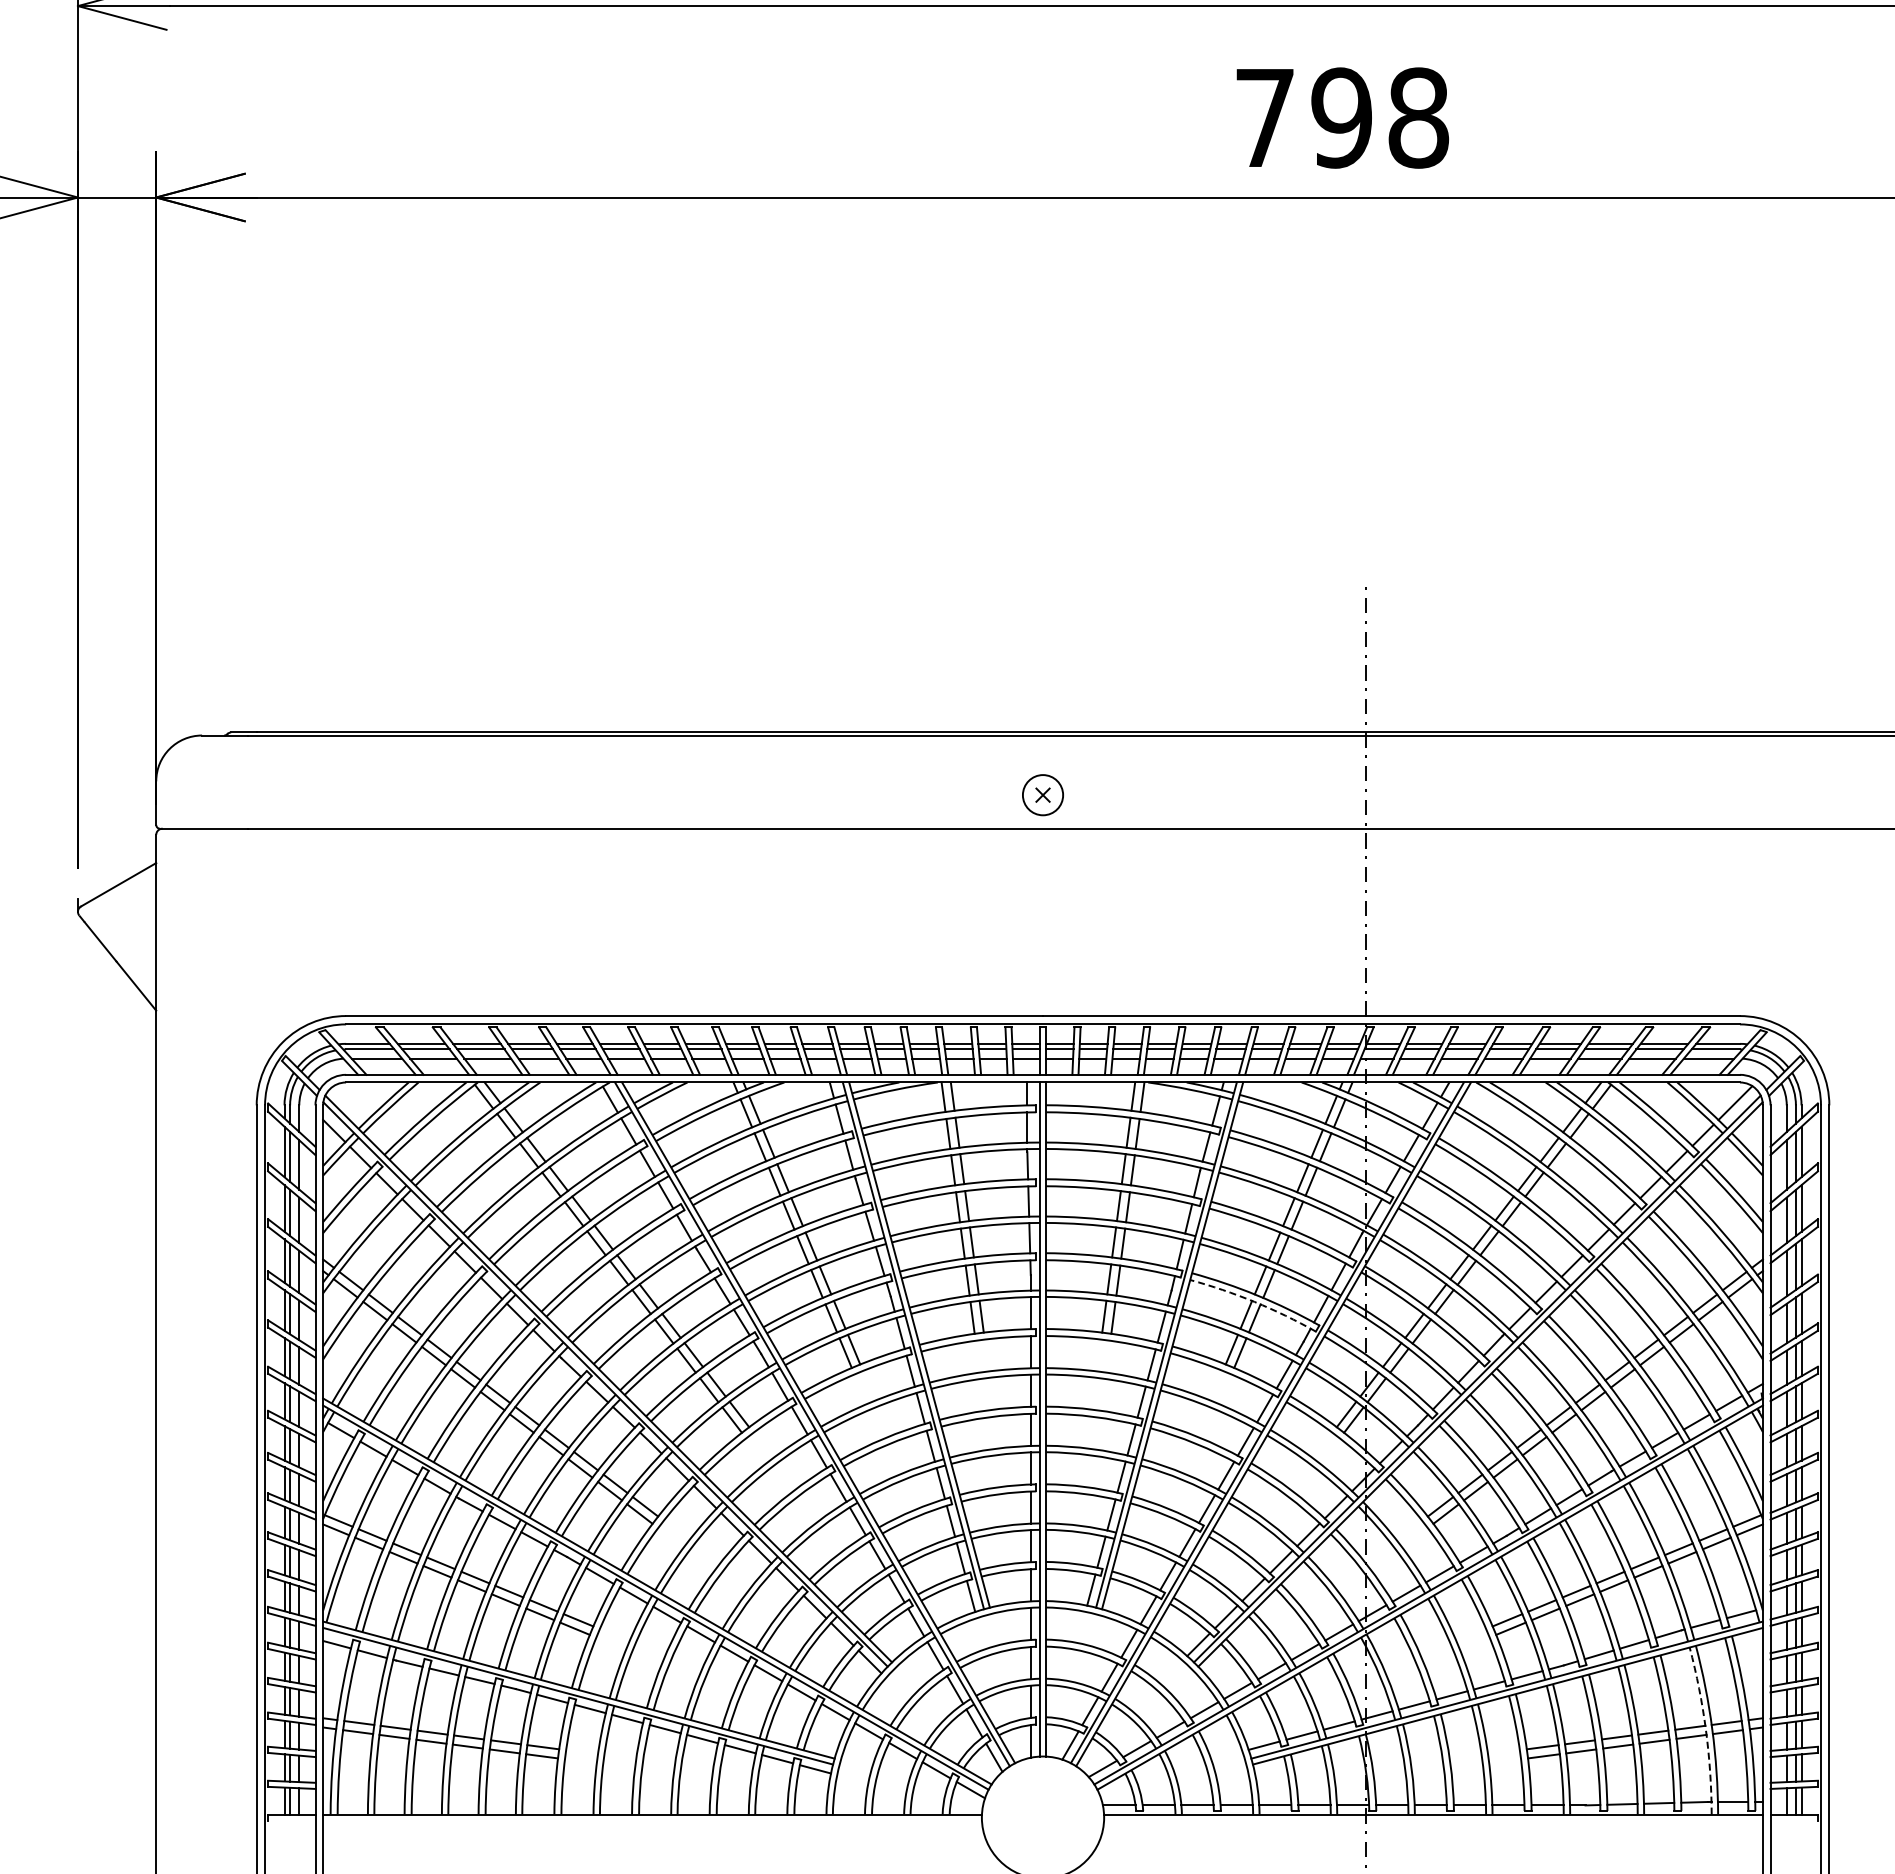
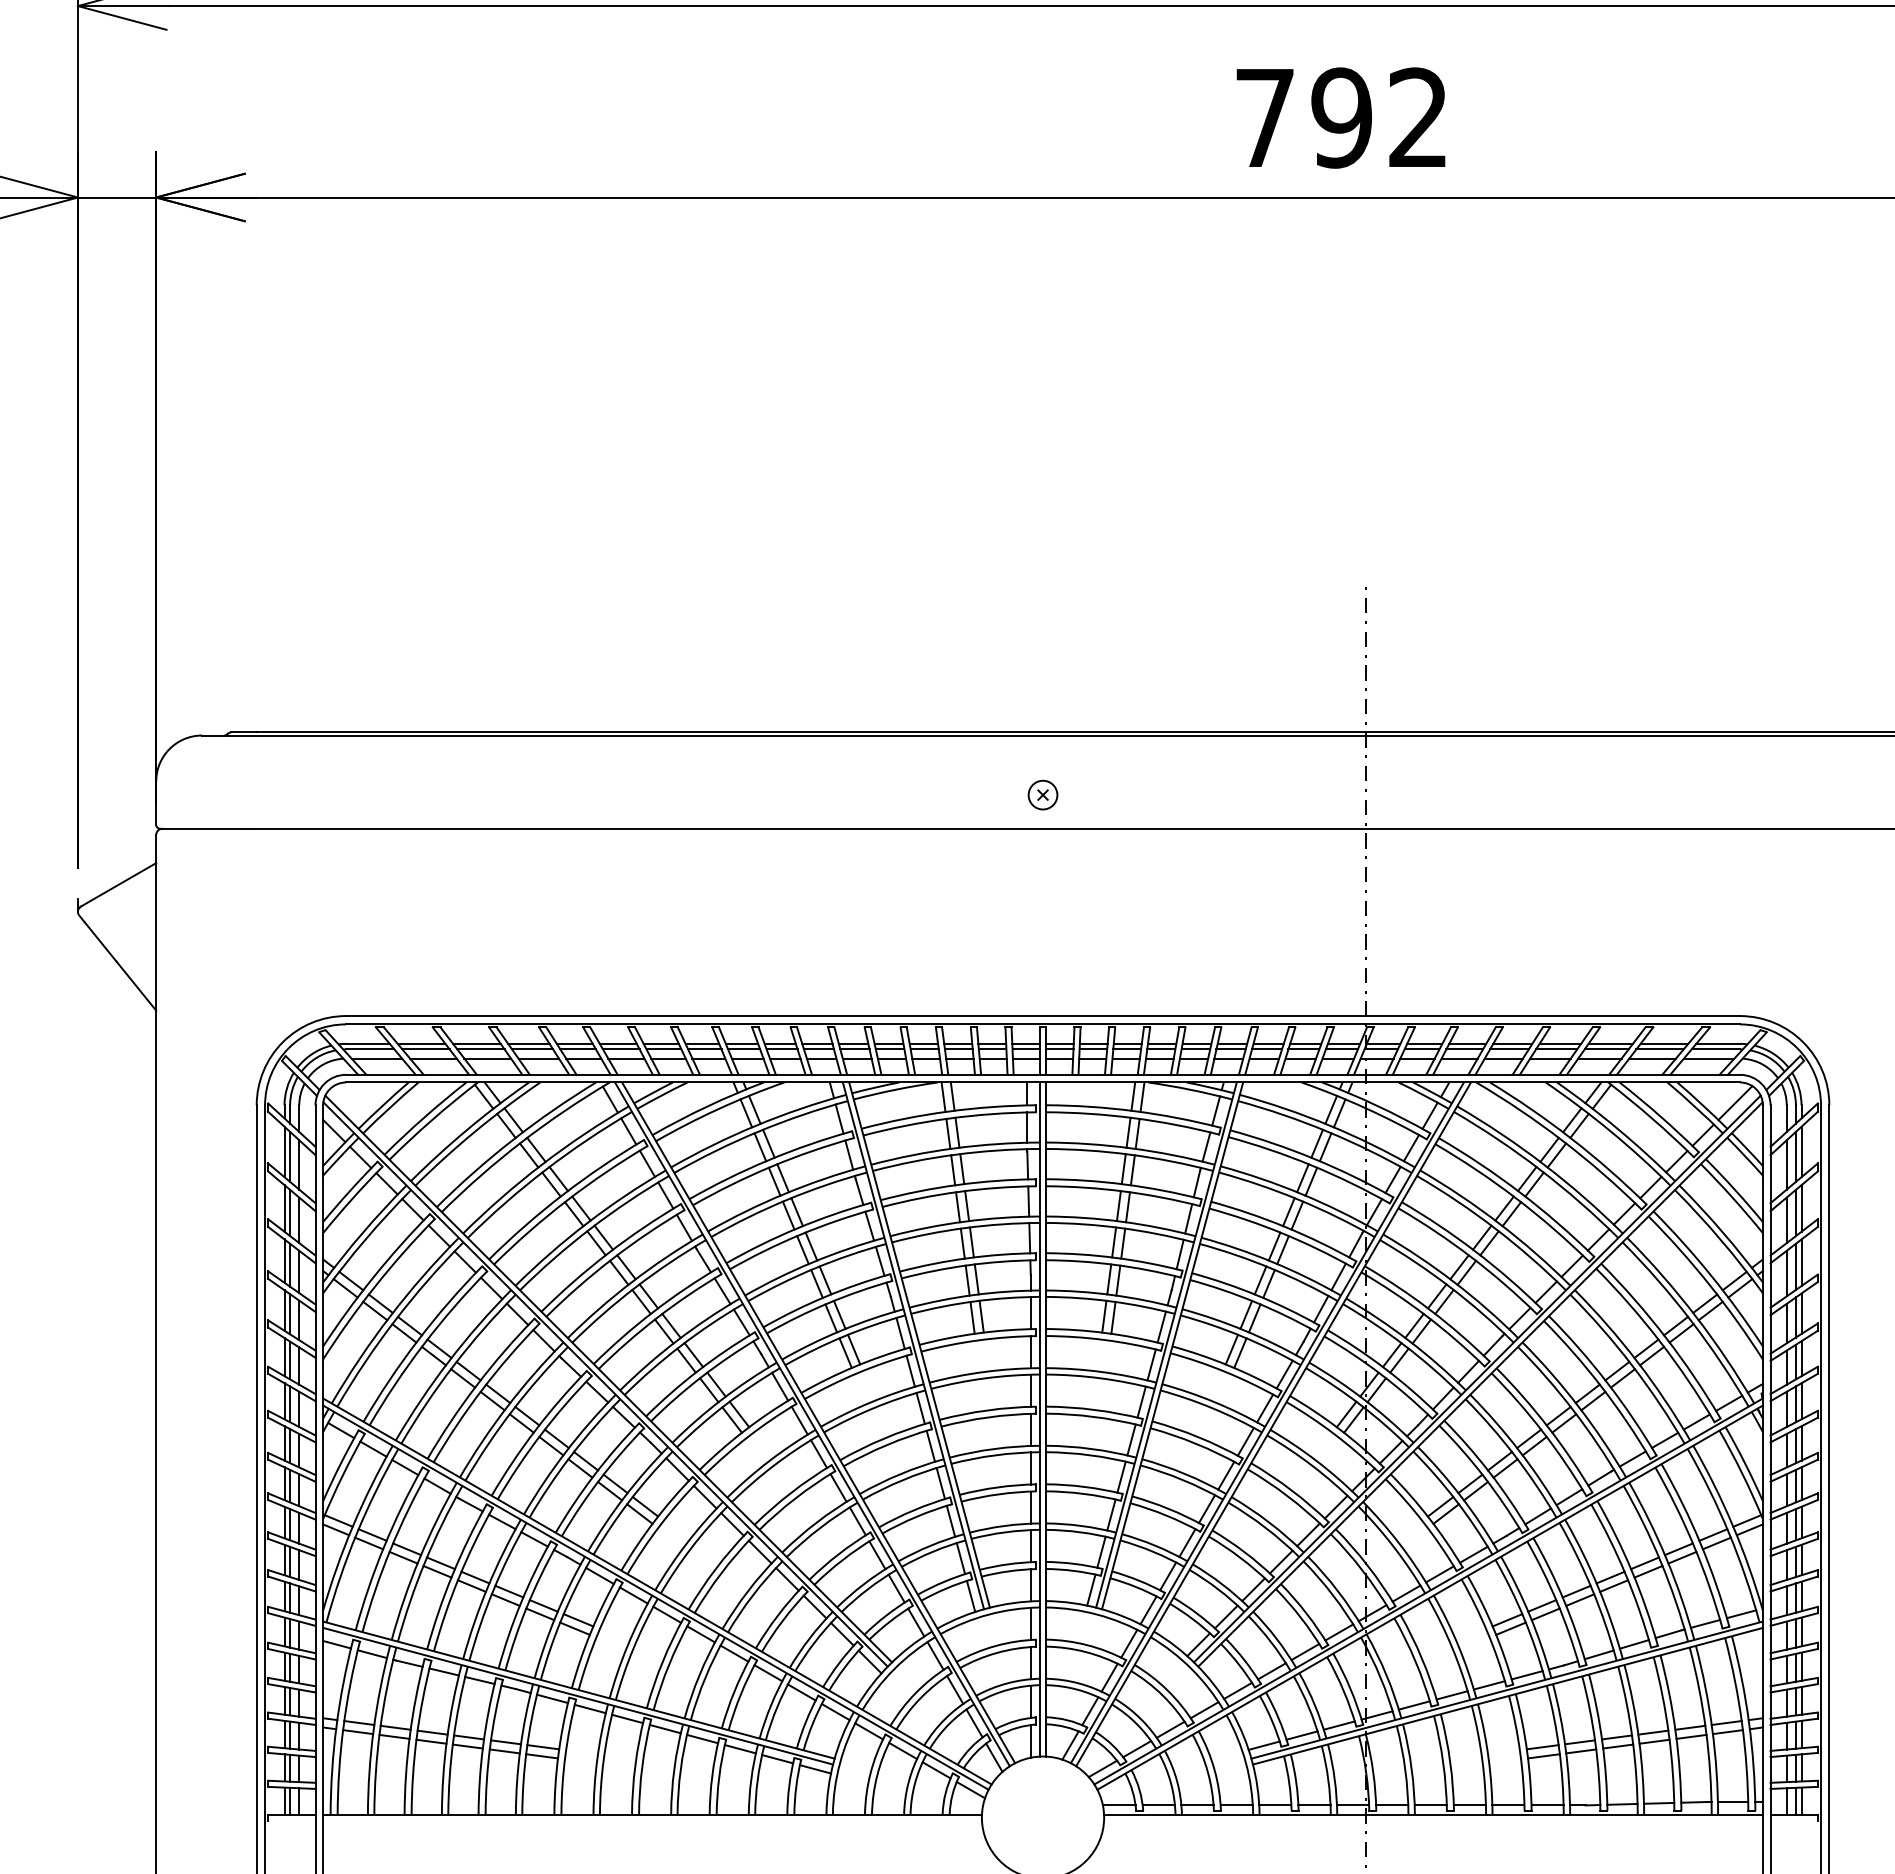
text at (1418, 117): 798 -> 792
part at (1042, 795) size: 42x43 px -> 32x32 px
arc at (1254, 1301): dashed -> solid
arc at (1705, 1730): dashed -> solid
